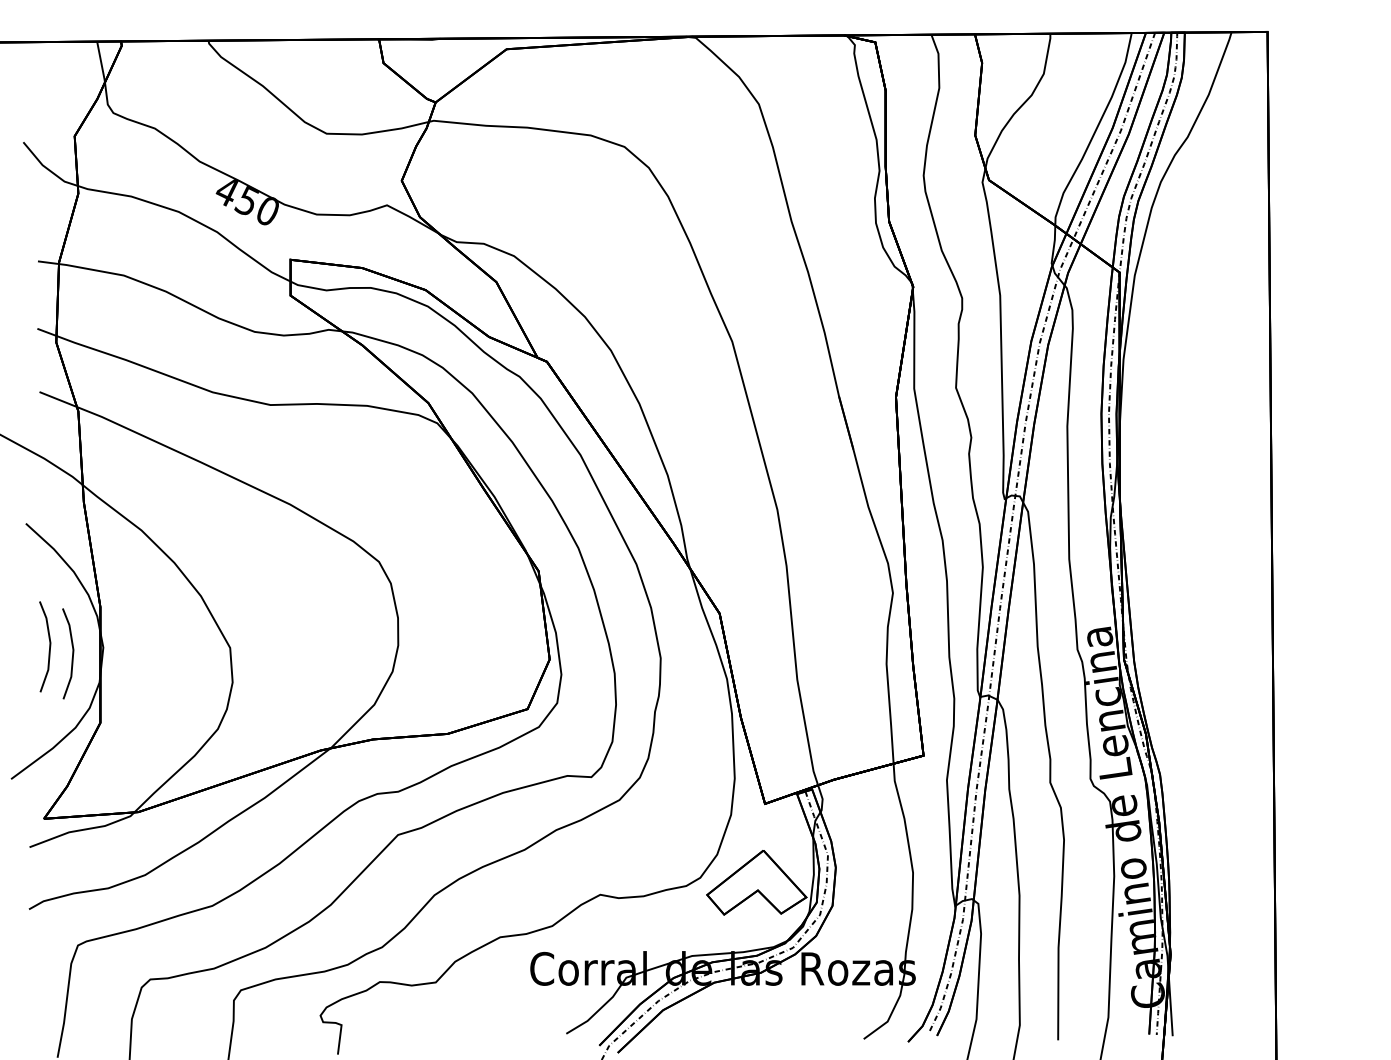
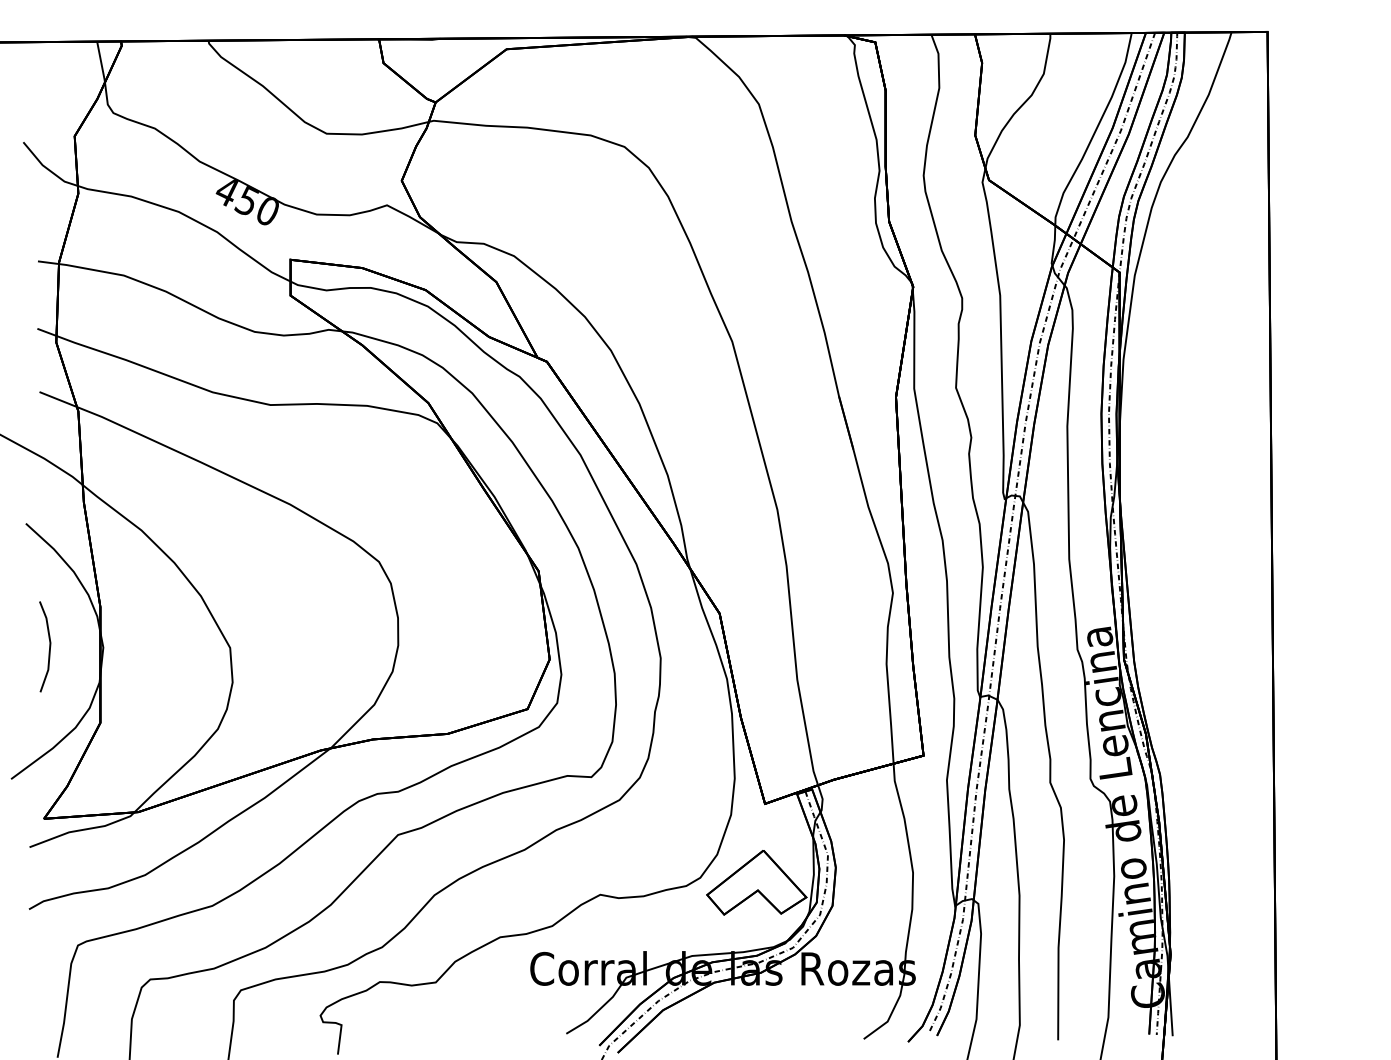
line at (72, 653): present -> none
